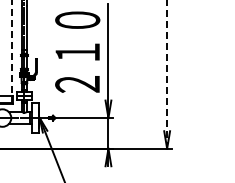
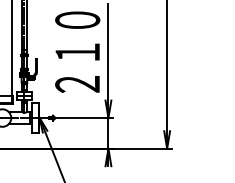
line at (12, 48): dashed -> solid
line at (167, 73): dashed -> solid
